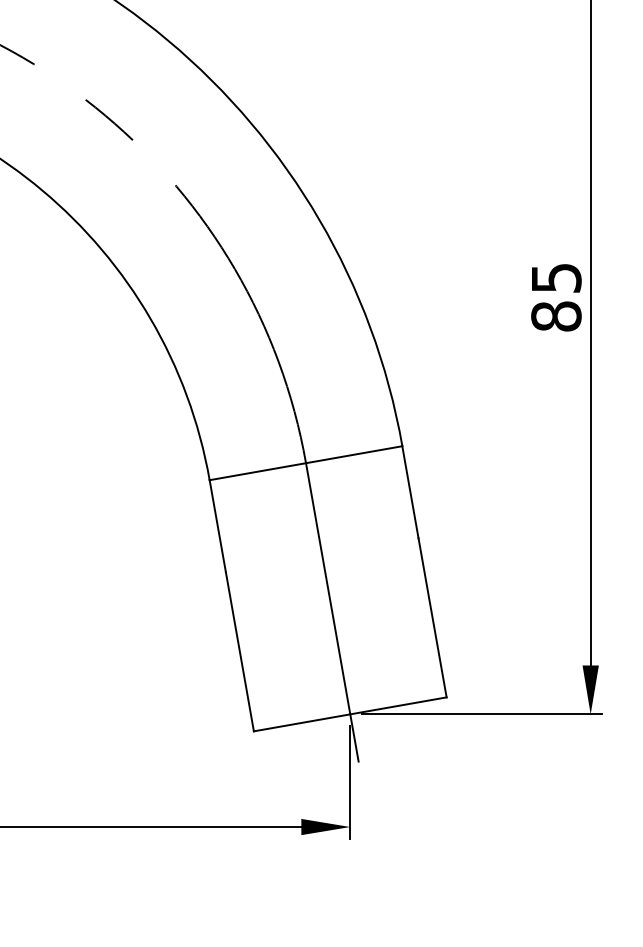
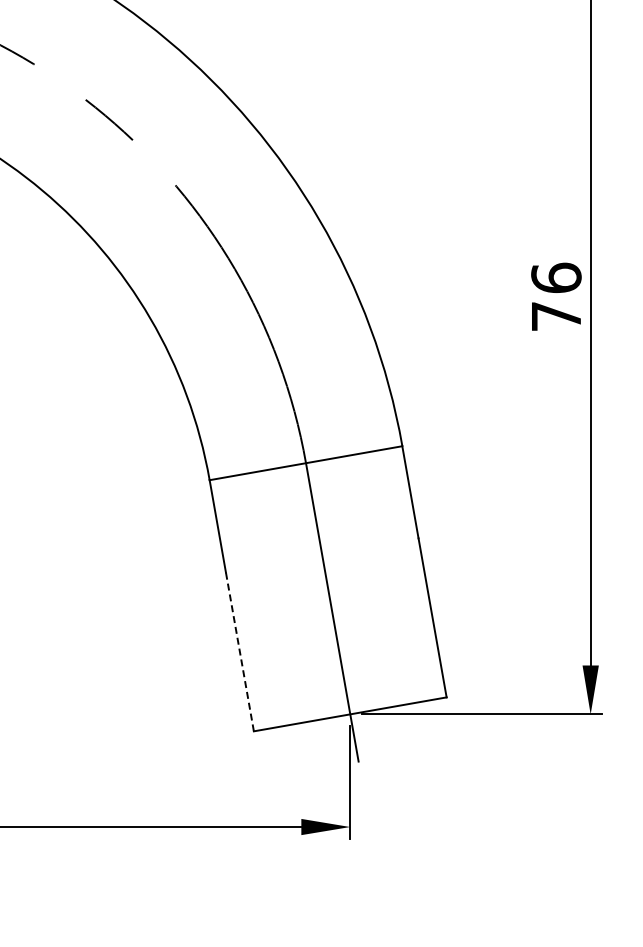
text at (556, 296): 85 -> 76
line at (239, 651): solid -> dashed
